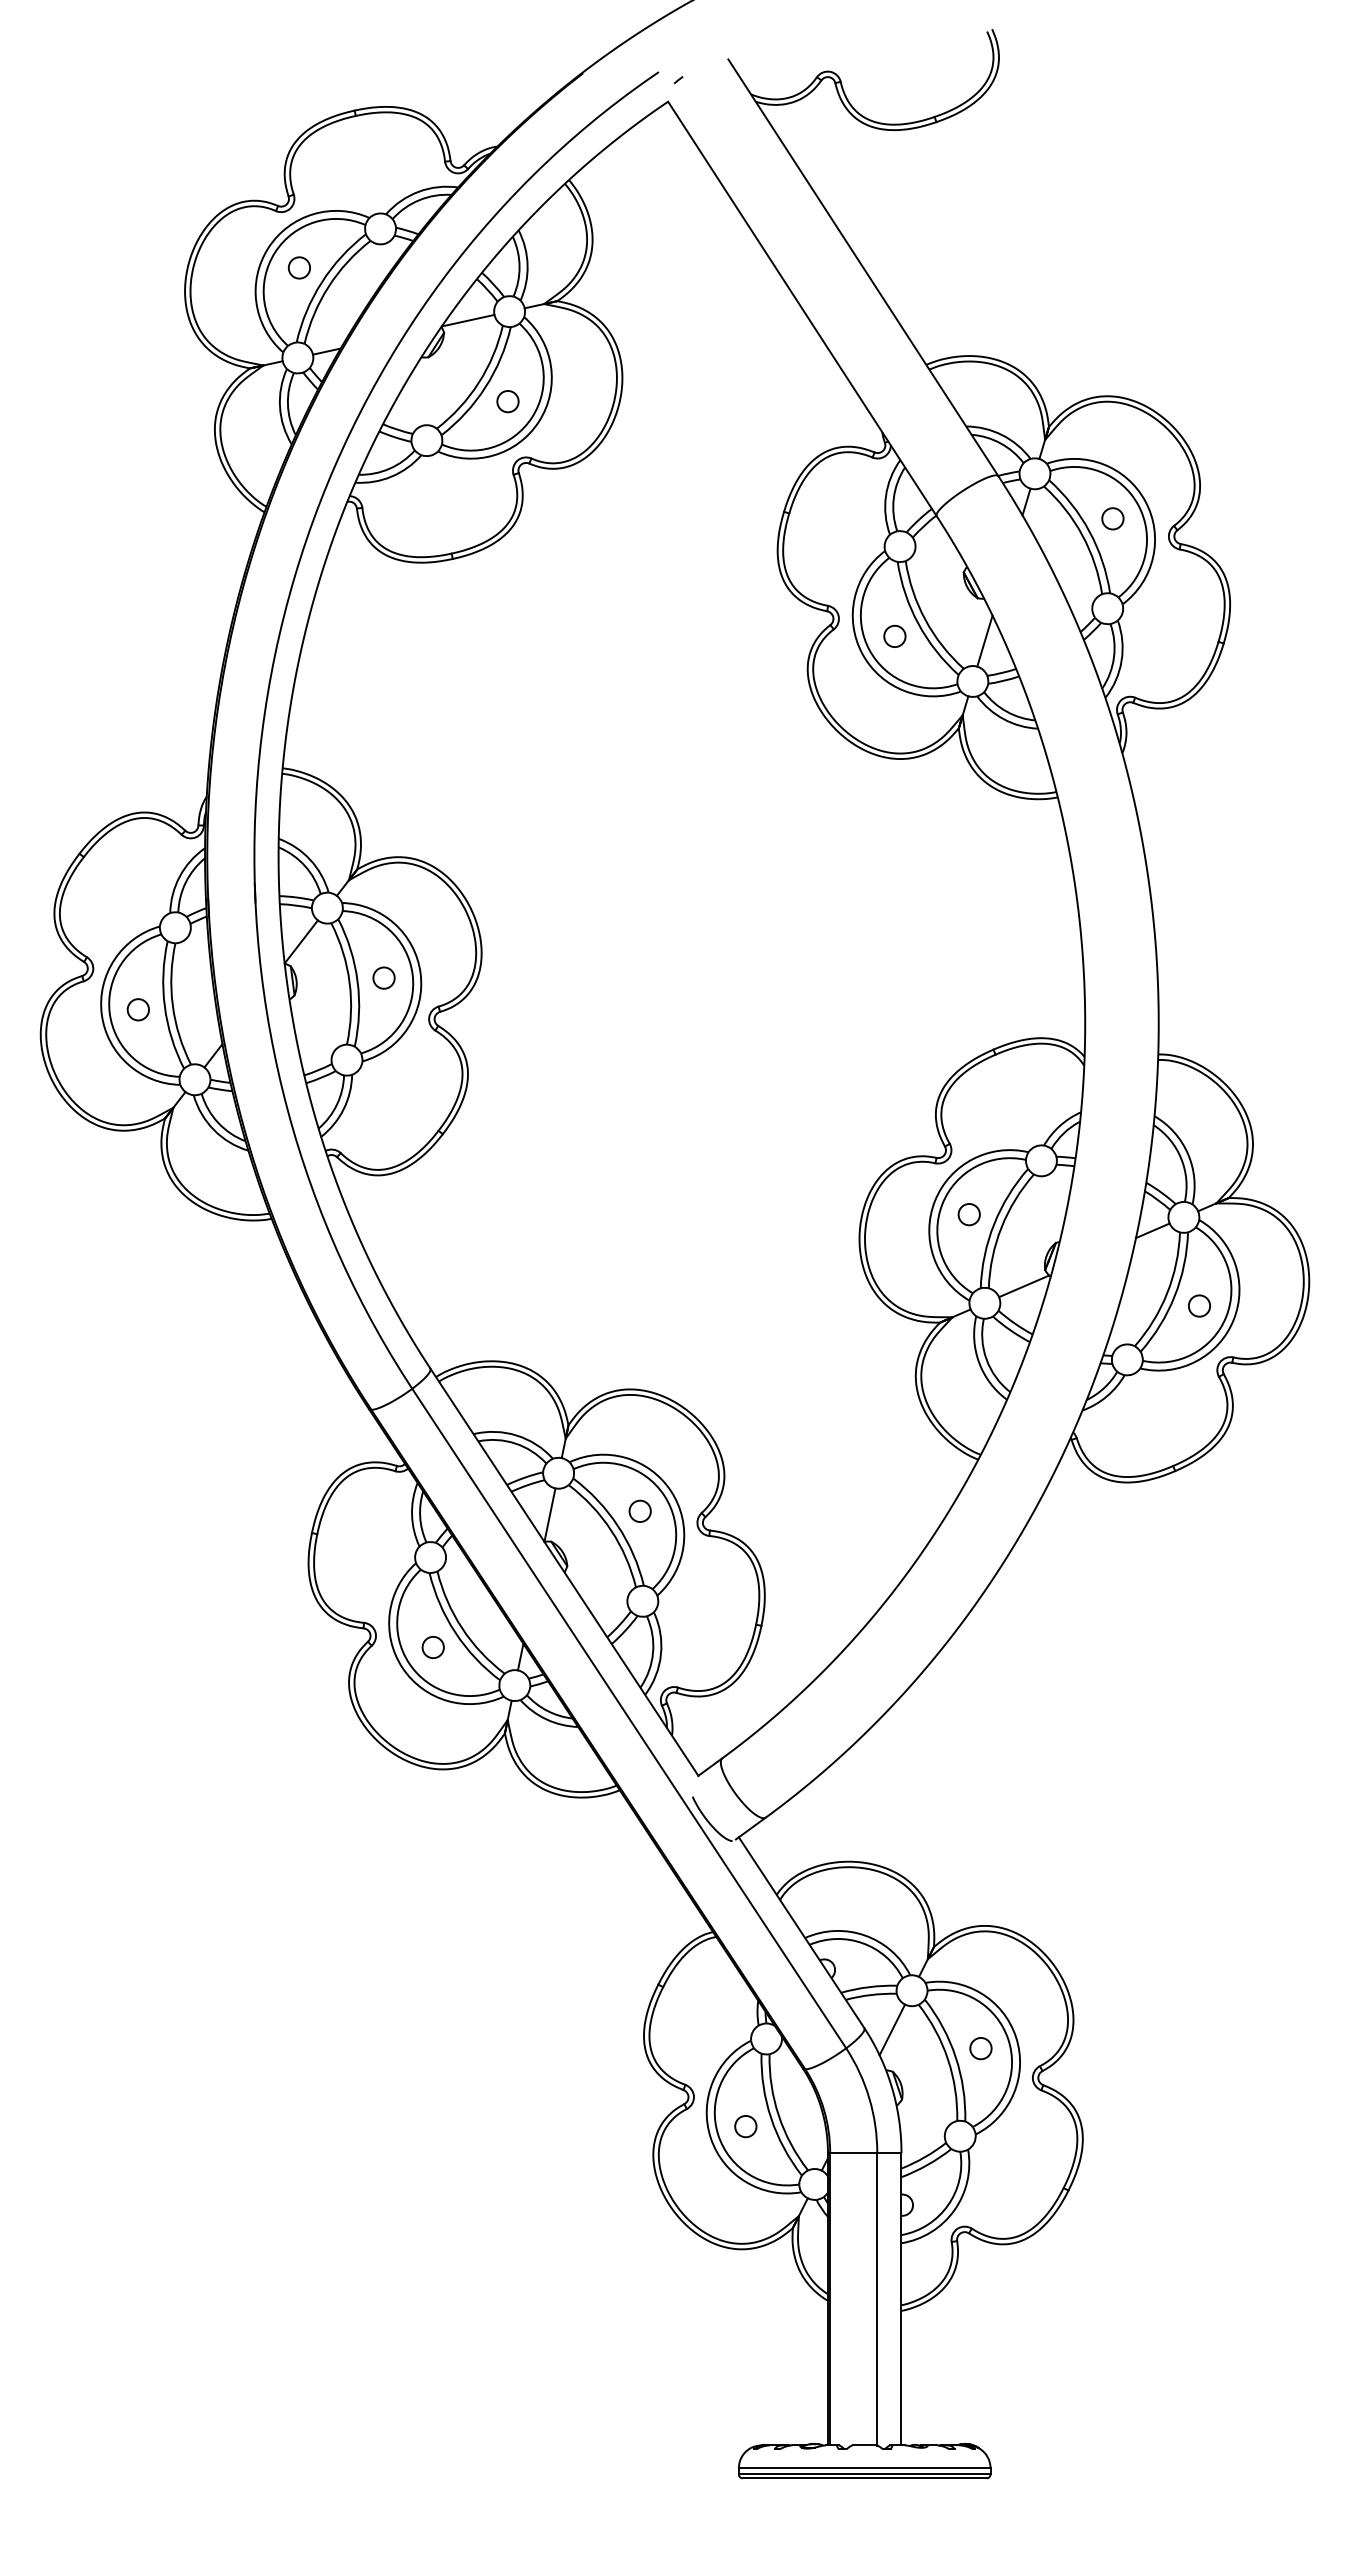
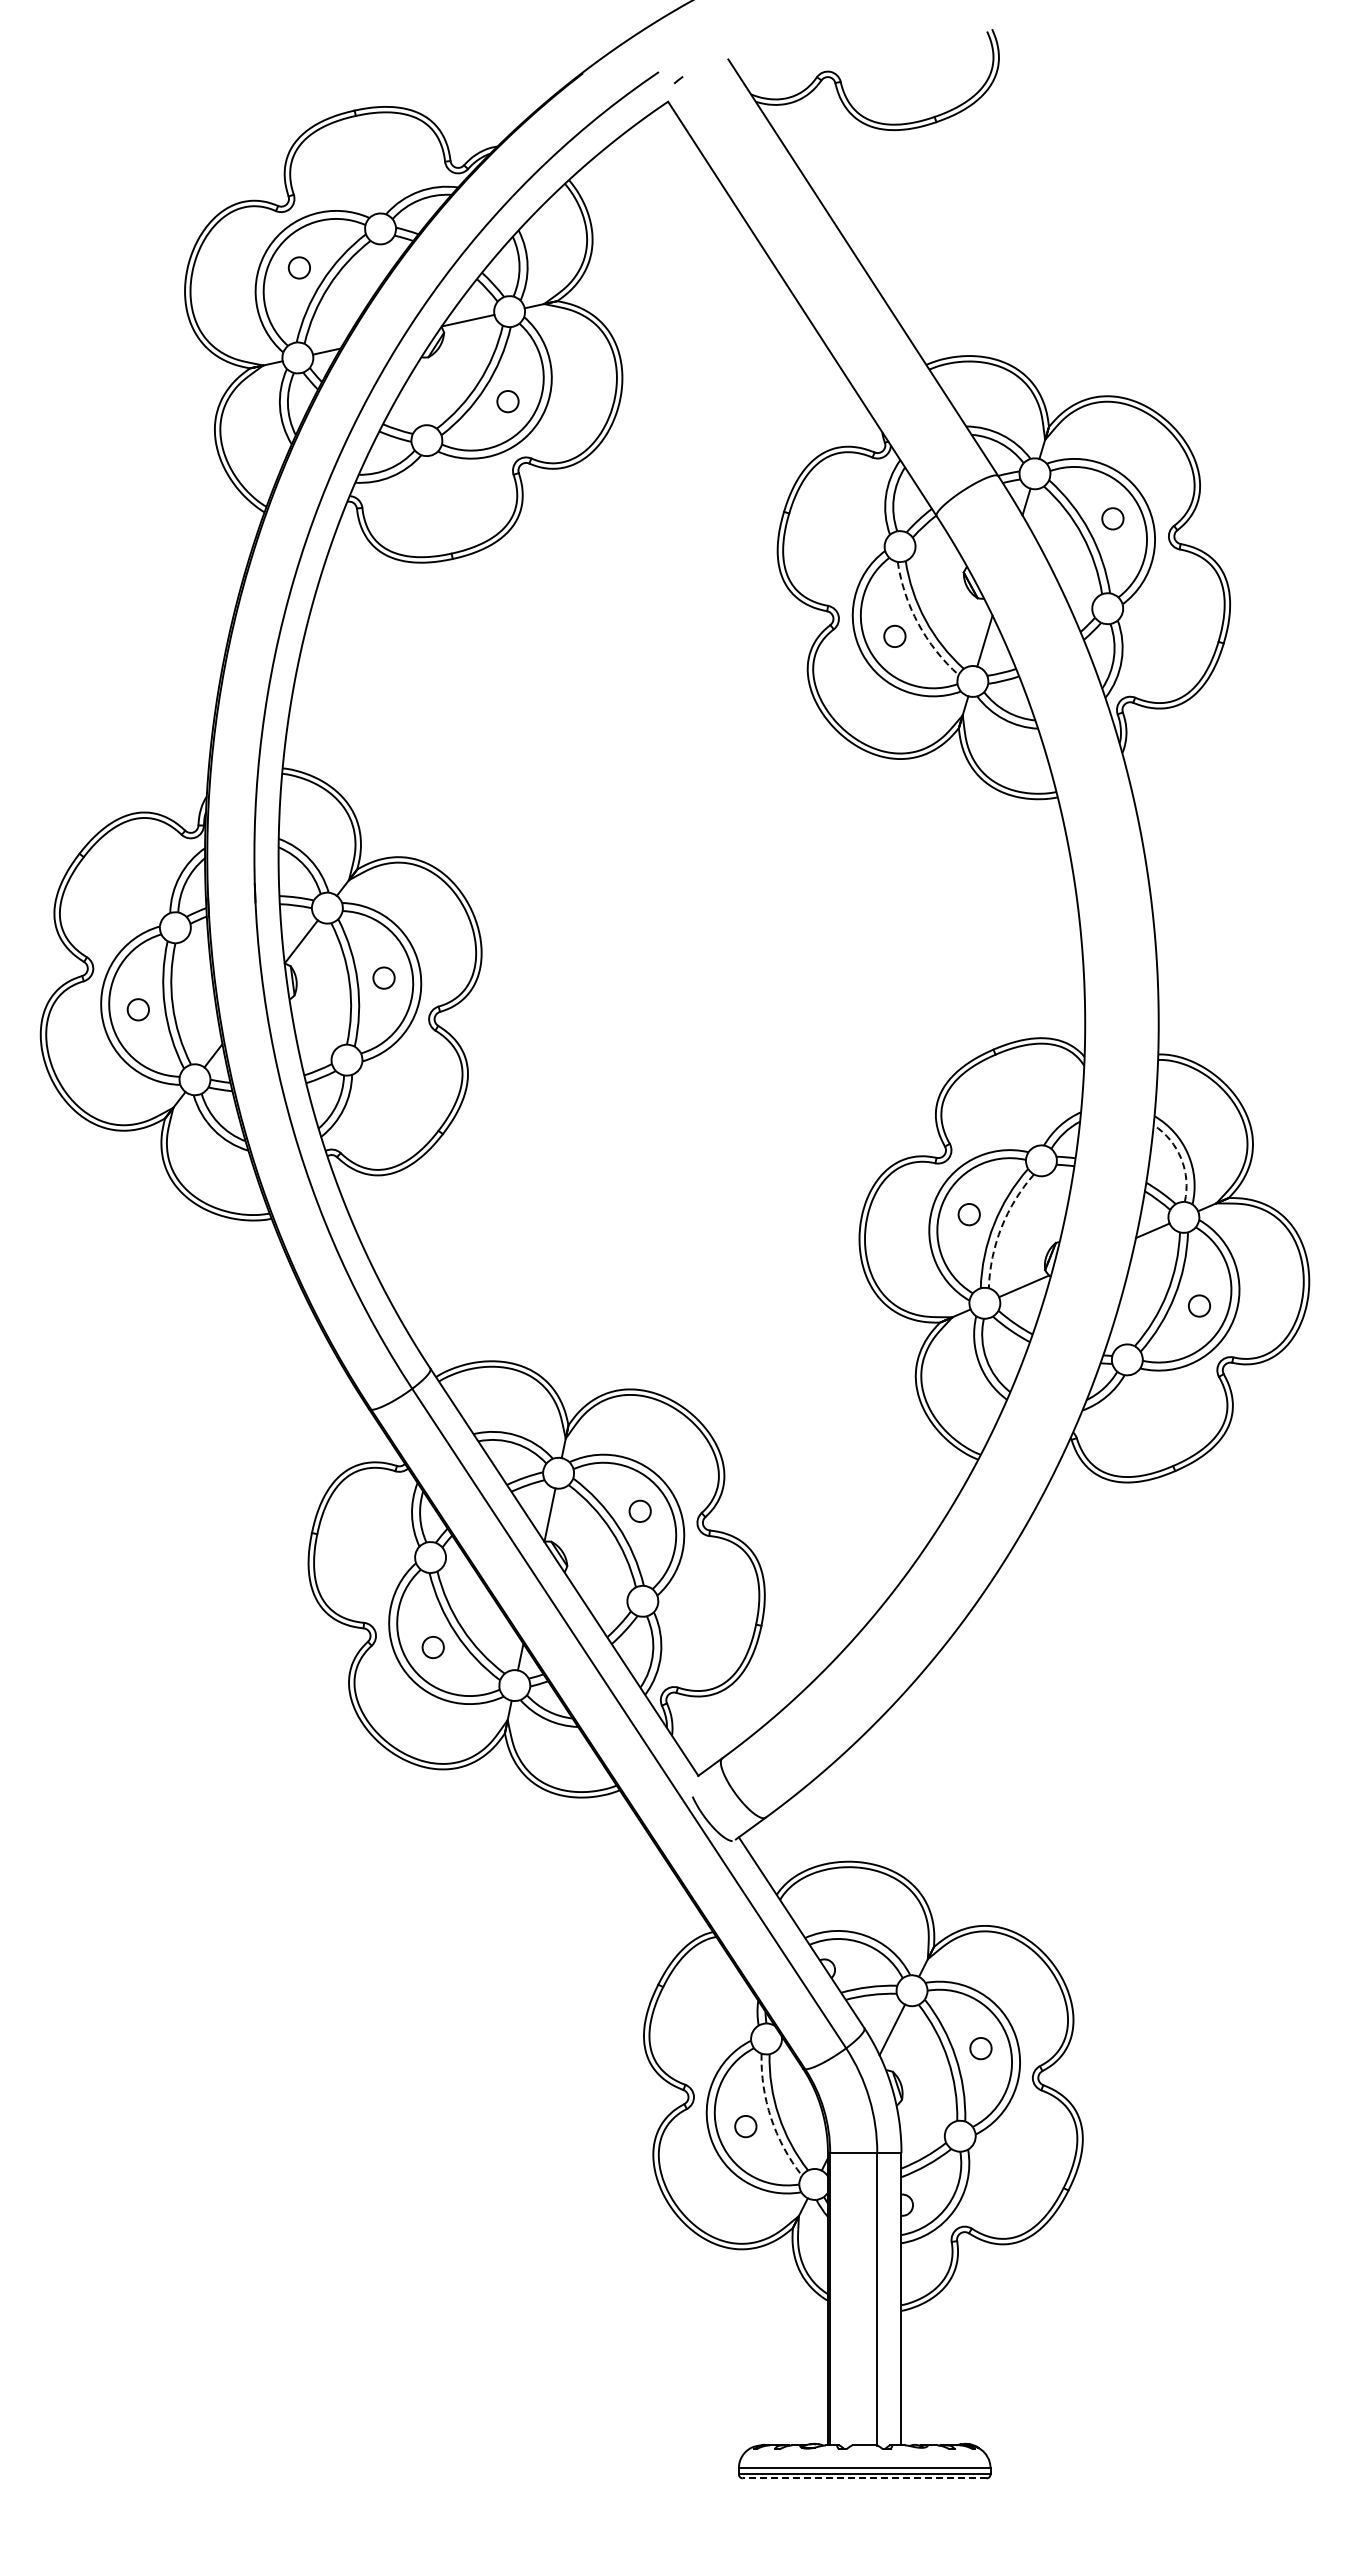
arc at (918, 623): solid -> dashed
arc at (1181, 1158): solid -> dashed
arc at (1001, 1227): solid -> dashed
arc at (771, 2118): solid -> dashed
line at (864, 2478): solid -> dashed
